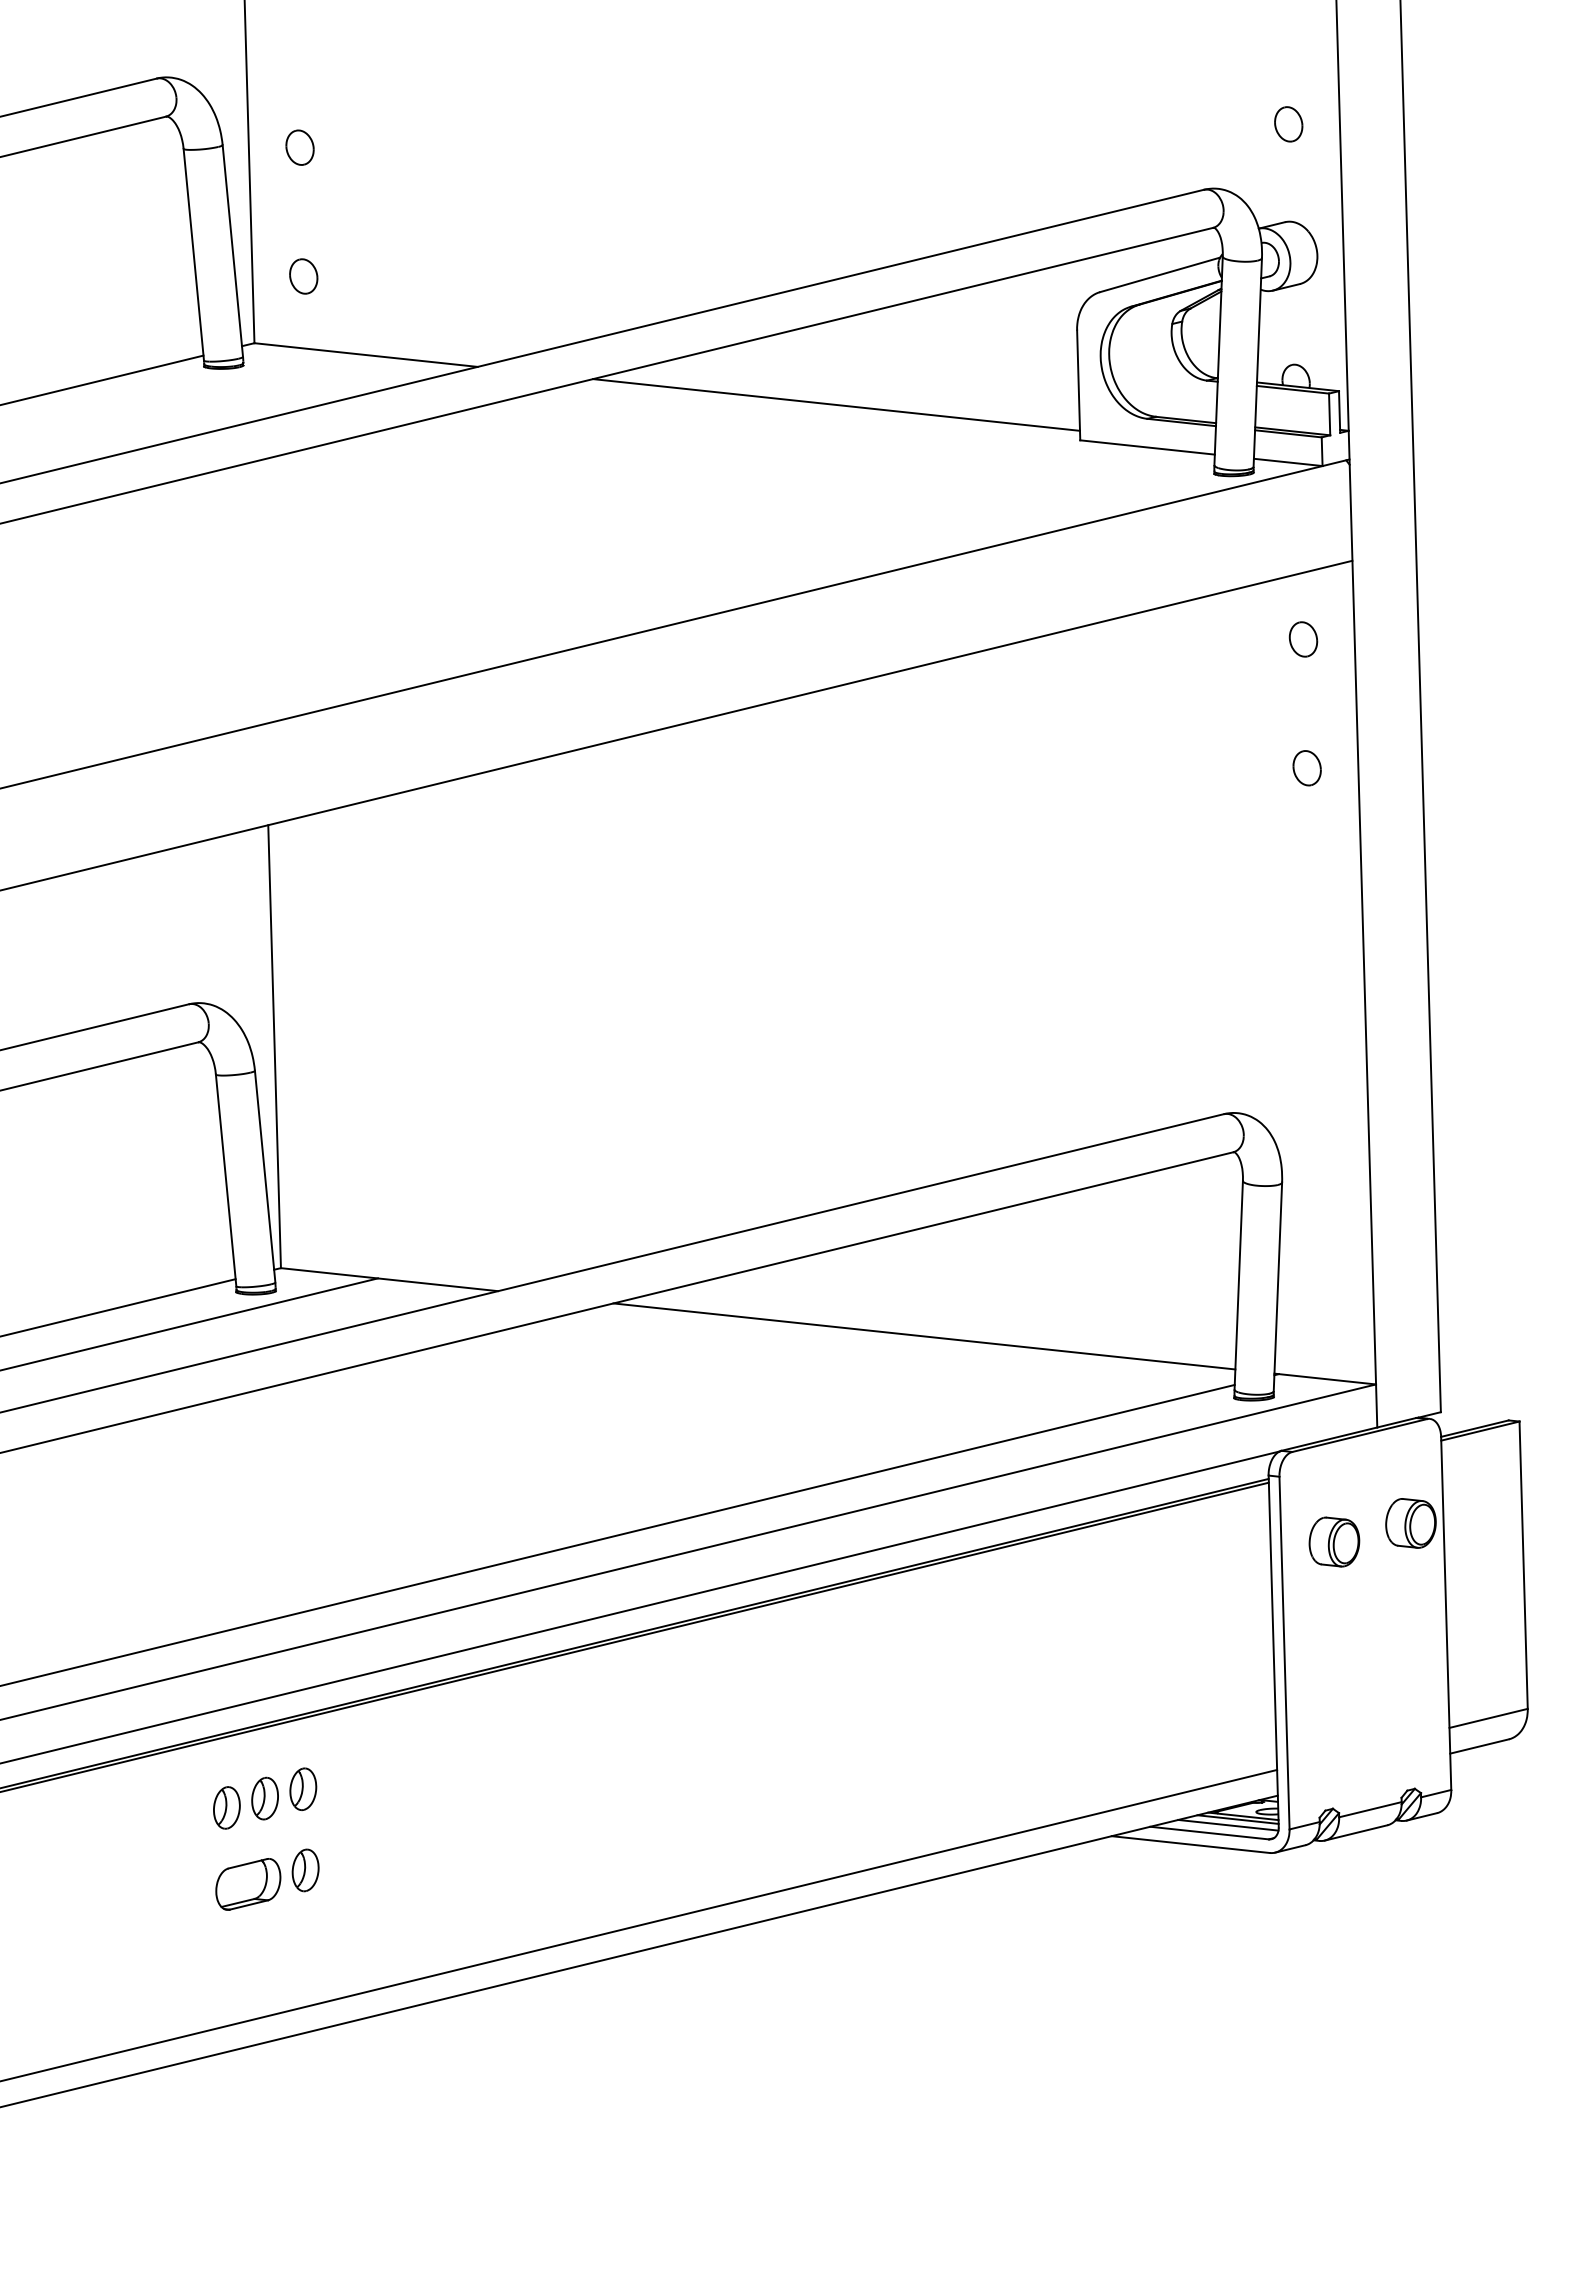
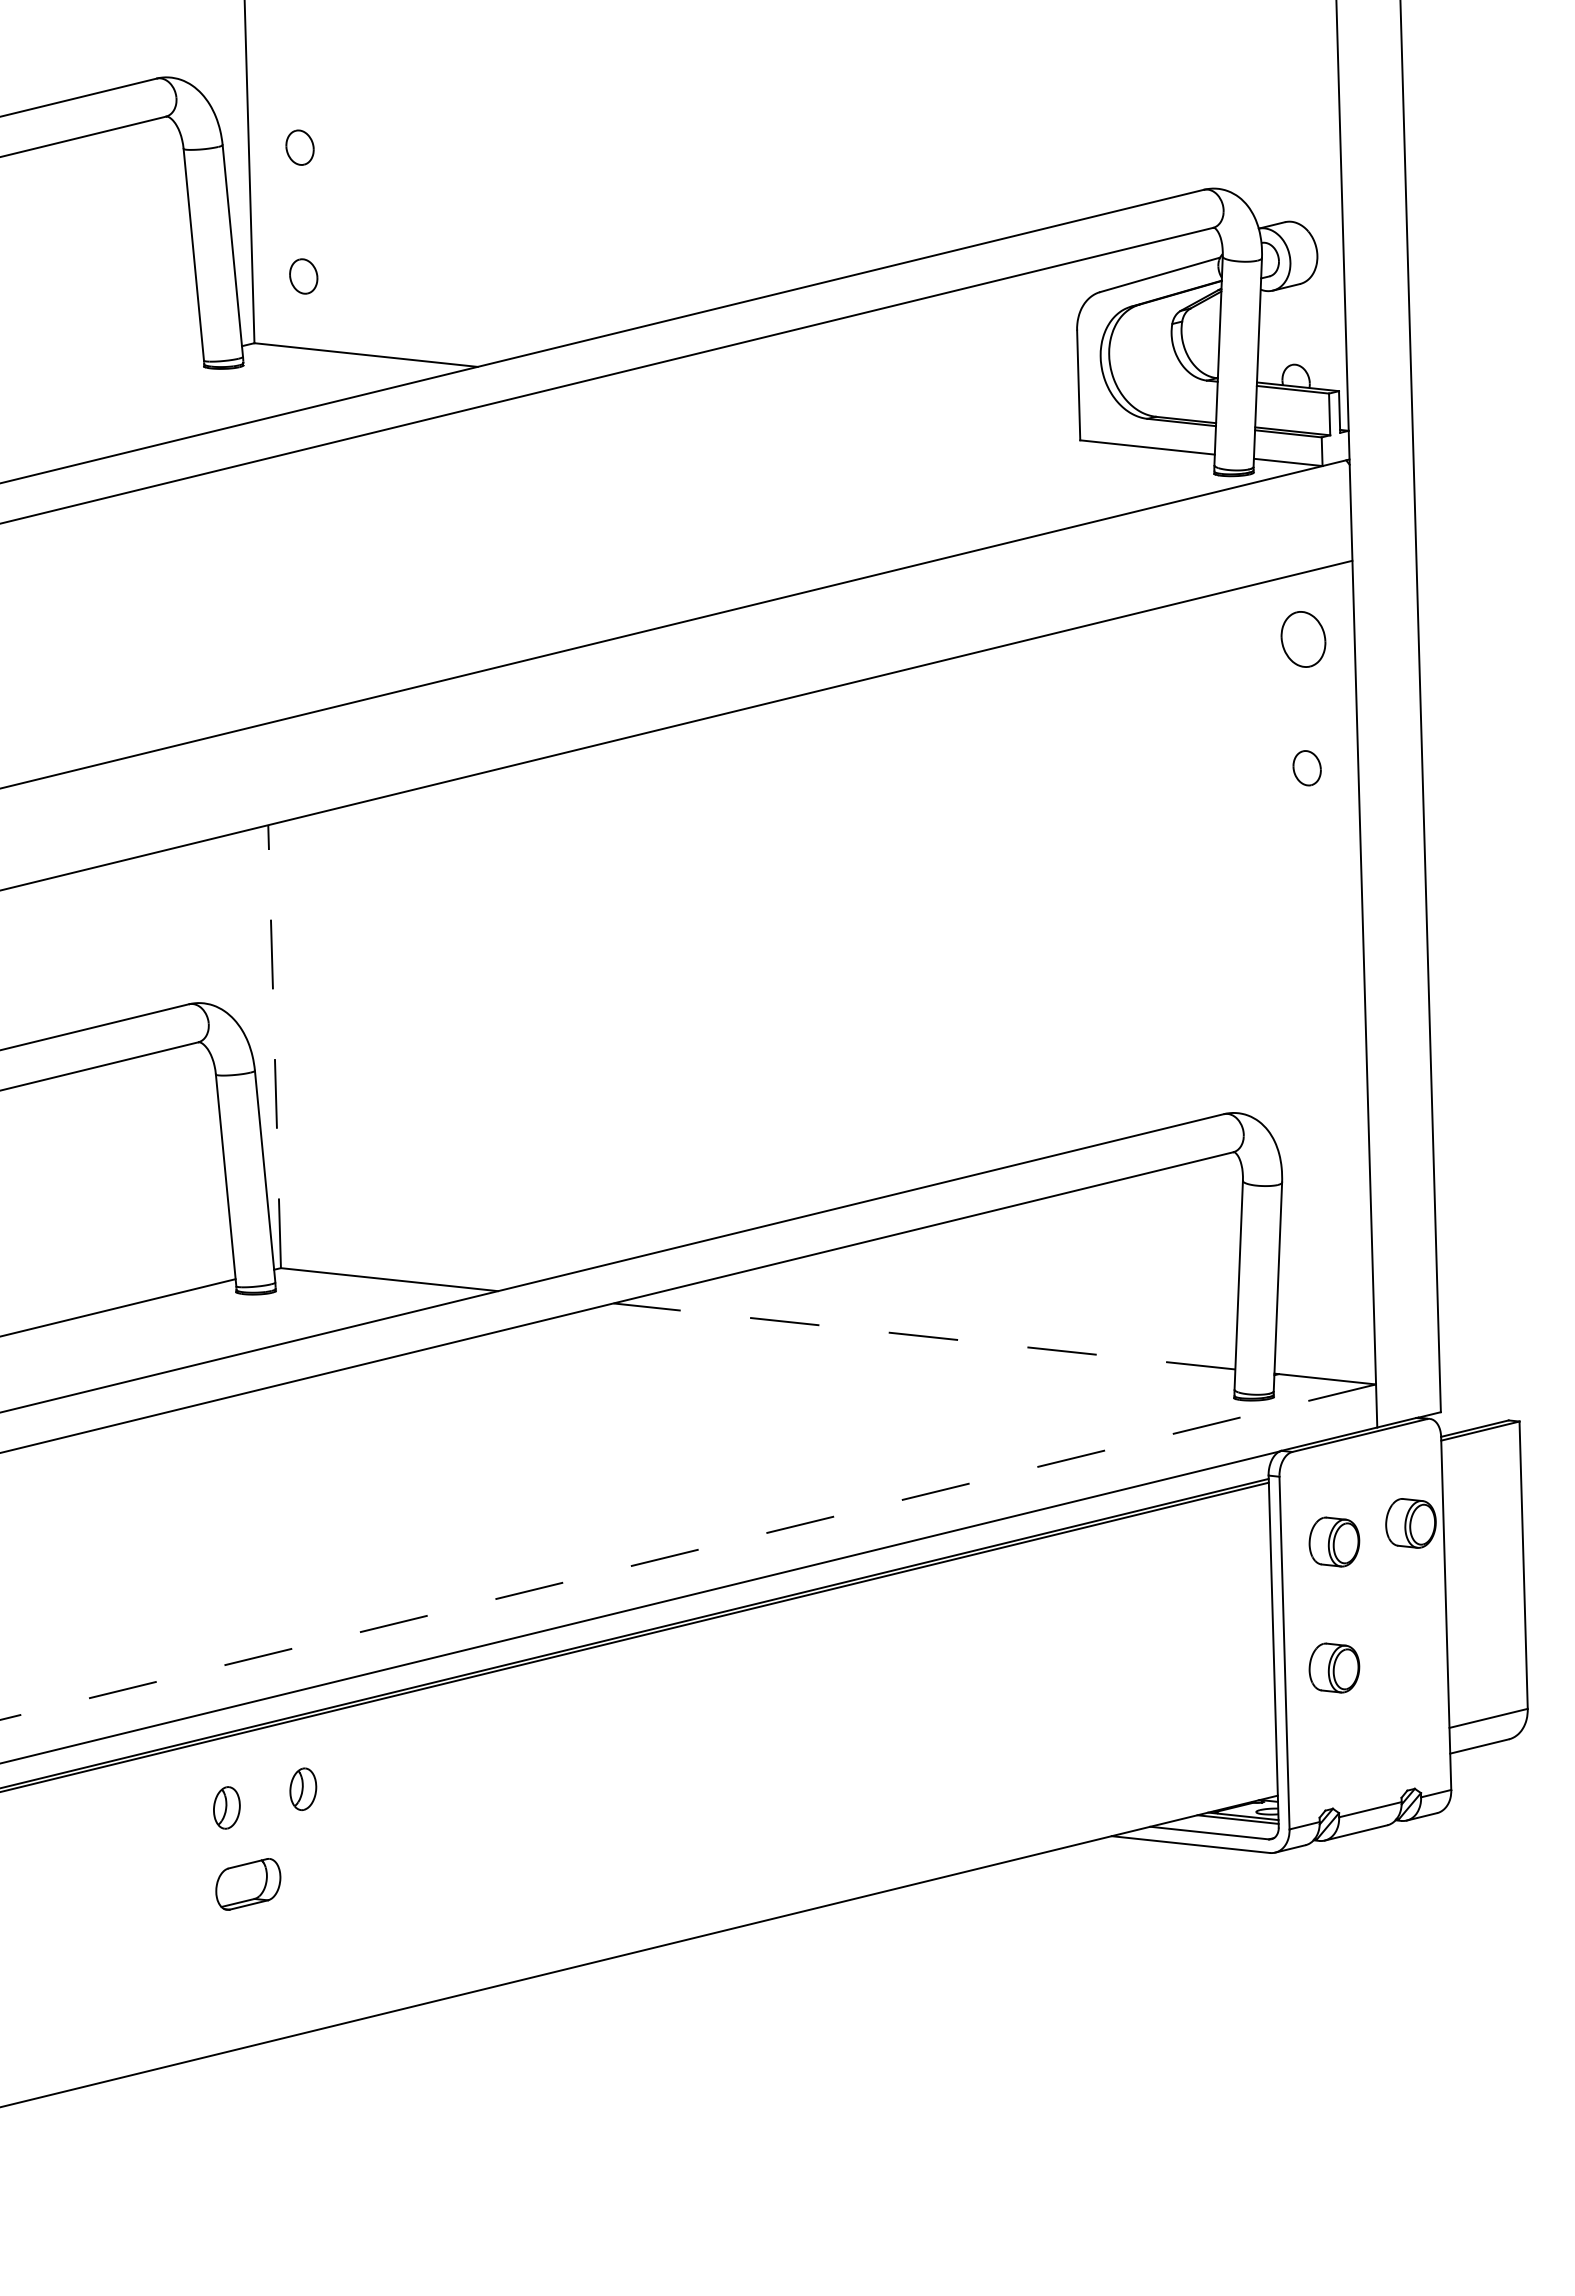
part at (1288, 124): present -> none
line at (102, 379): present -> none
line at (836, 404): present -> none
part at (1303, 639) size: 31x37 px -> 47x57 px
line at (274, 1046): solid -> dashed
line at (190, 1323): present -> none
line at (924, 1336): solid -> dashed
line at (618, 1534): present -> none
line at (688, 1552): solid -> dashed
part at (1334, 1667): none -> present
part at (264, 1798): present -> none
line at (1228, 1824): present -> none
part at (305, 1870): present -> none
line at (639, 1924): present -> none
